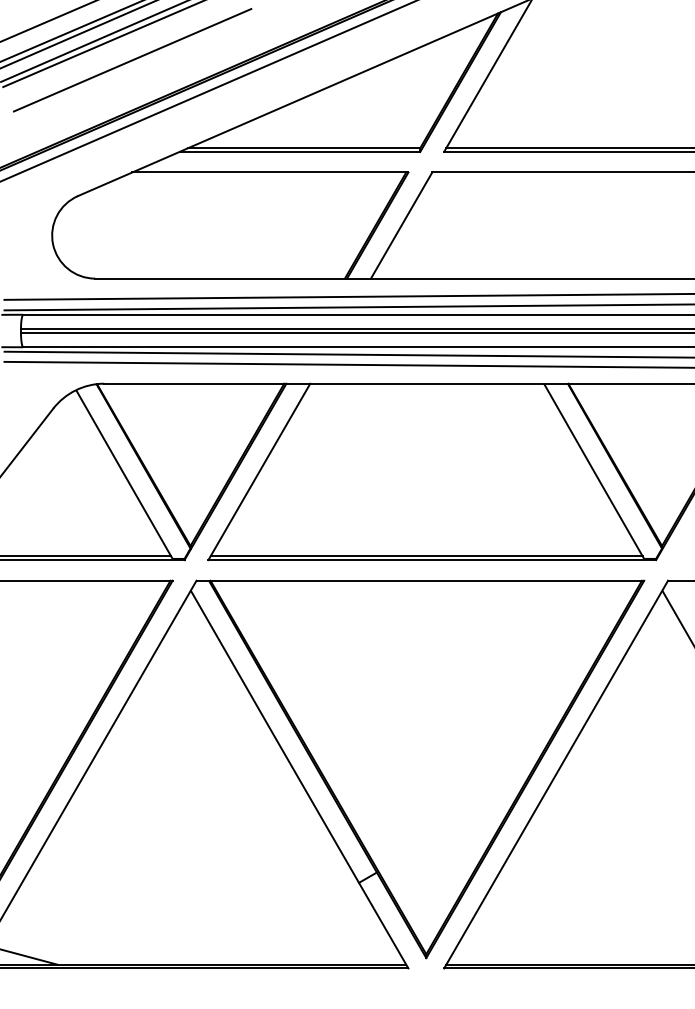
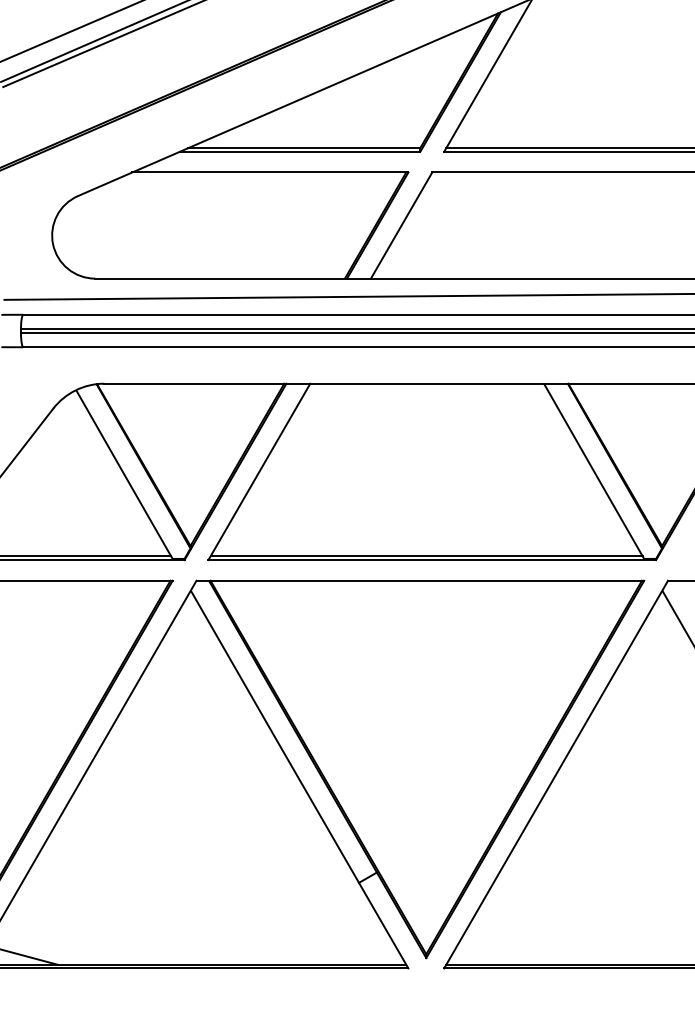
line at (47, 21): present -> none
line at (77, 34): present -> none
line at (132, 60): present -> none
line at (207, 91): present -> none
line at (347, 307): present -> none
line at (347, 354): present -> none
line at (347, 364): present -> none
